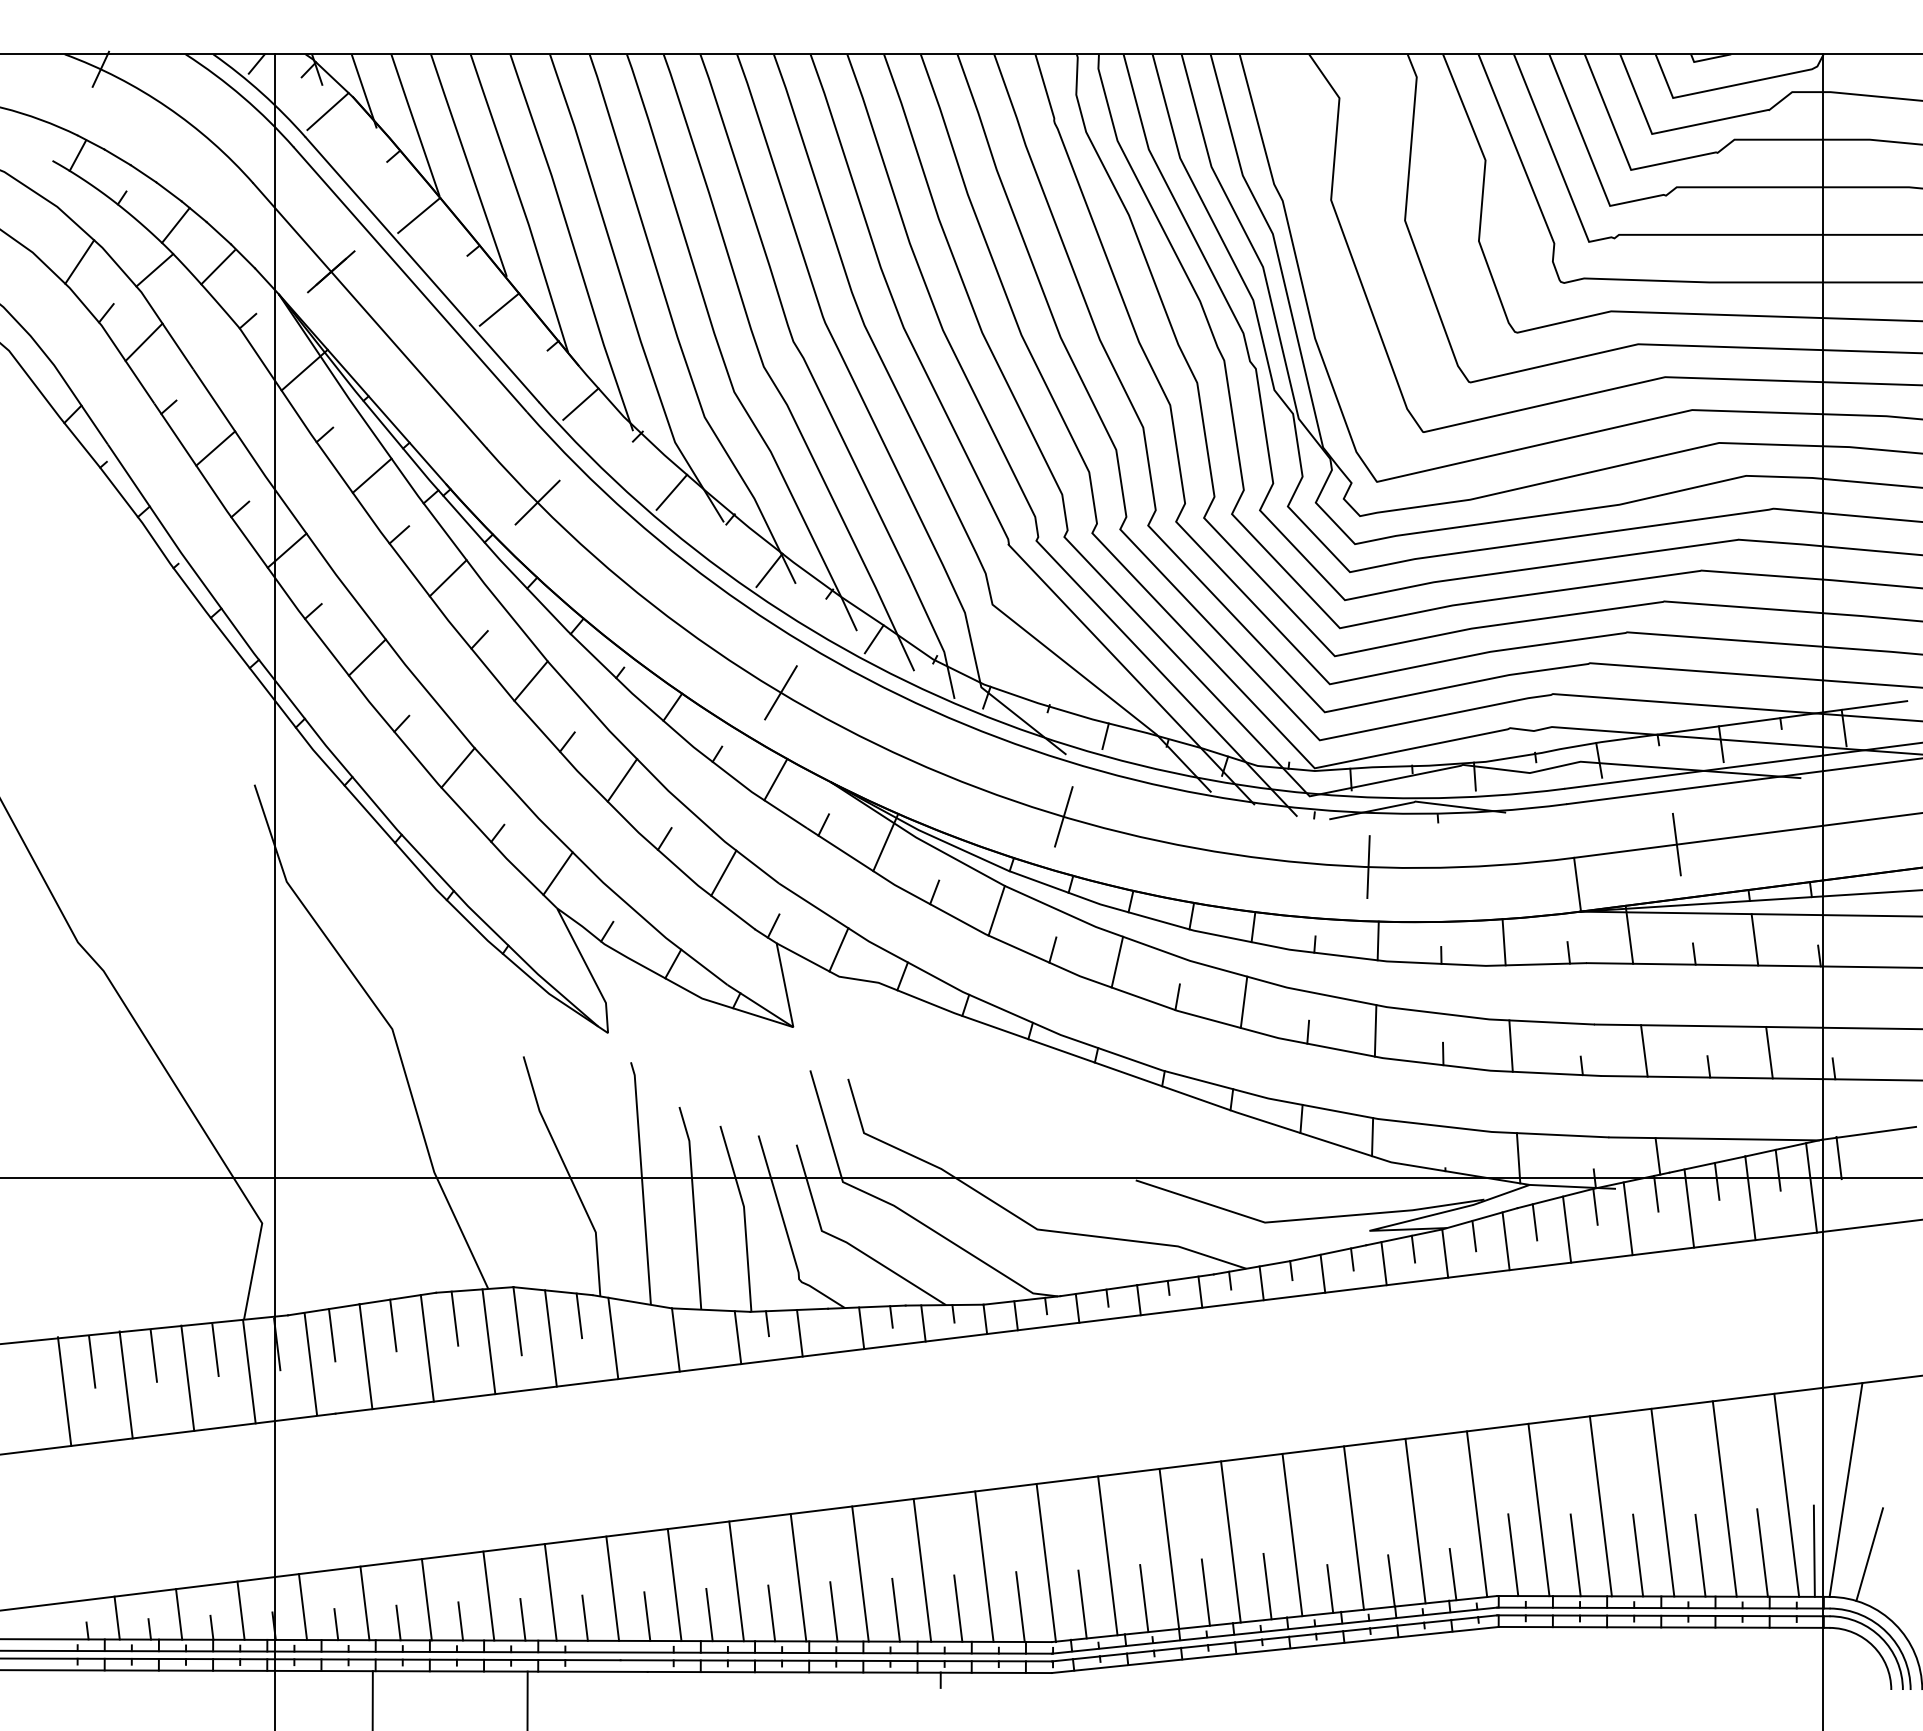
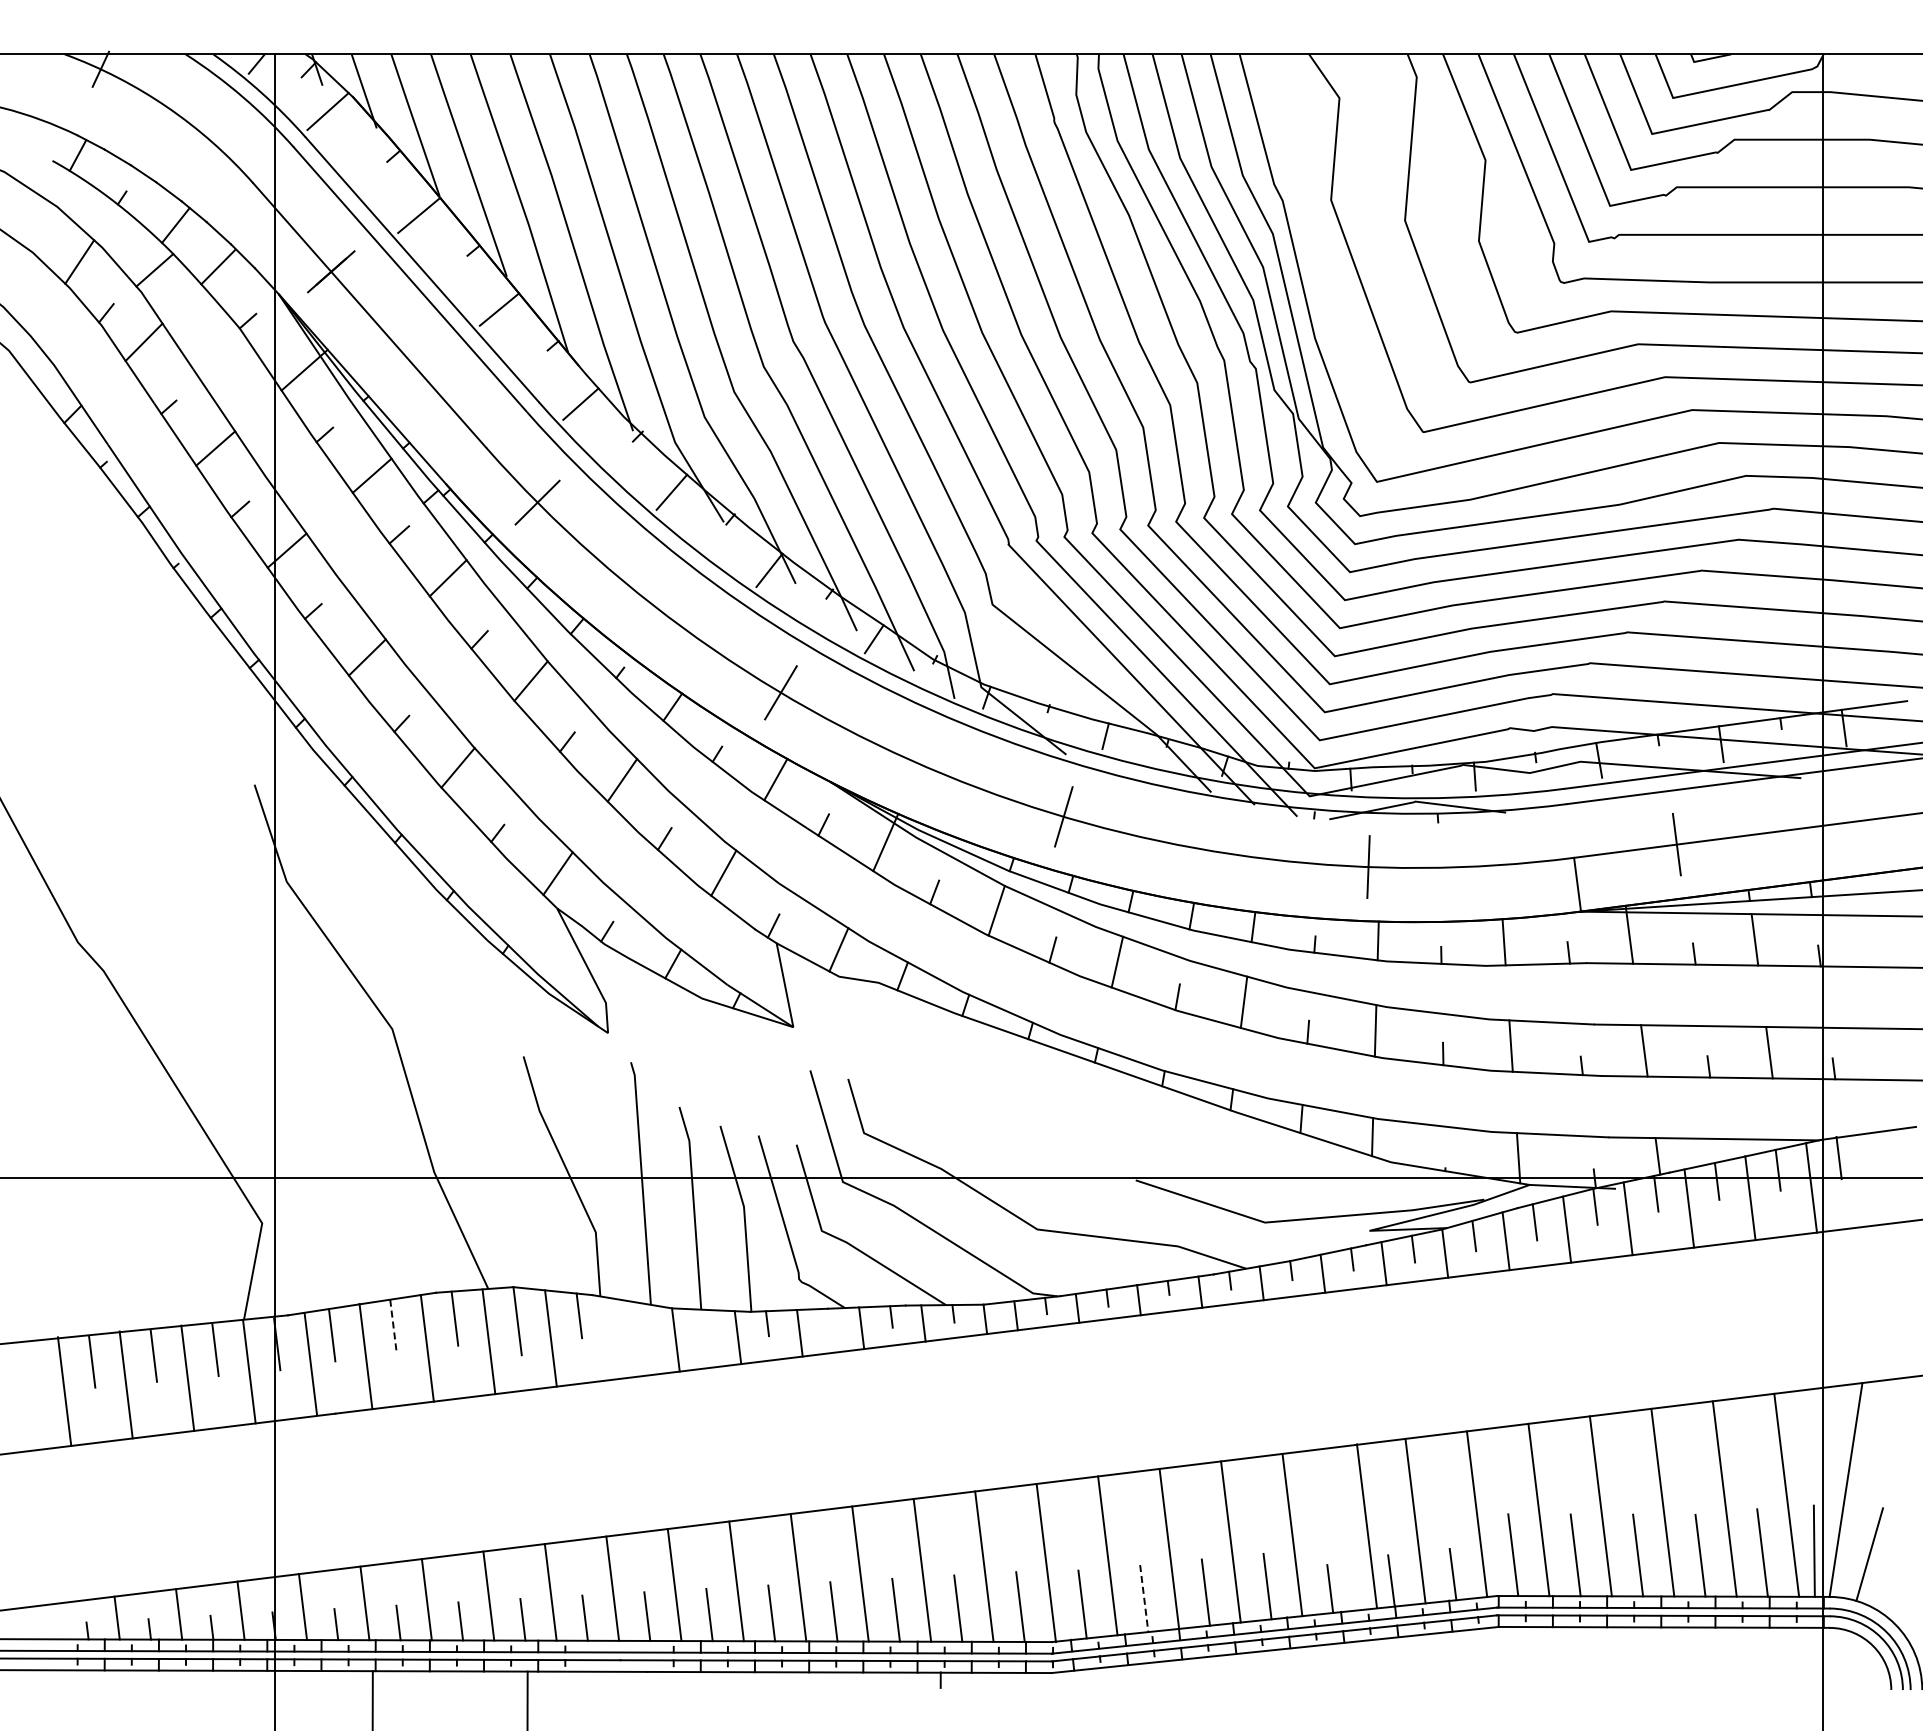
line at (393, 1325): solid -> dashed
line at (613, 1338): present -> none
line at (1353, 1527) position: (1353, 1527) -> (1366, 1525)
line at (1144, 1598): solid -> dashed
